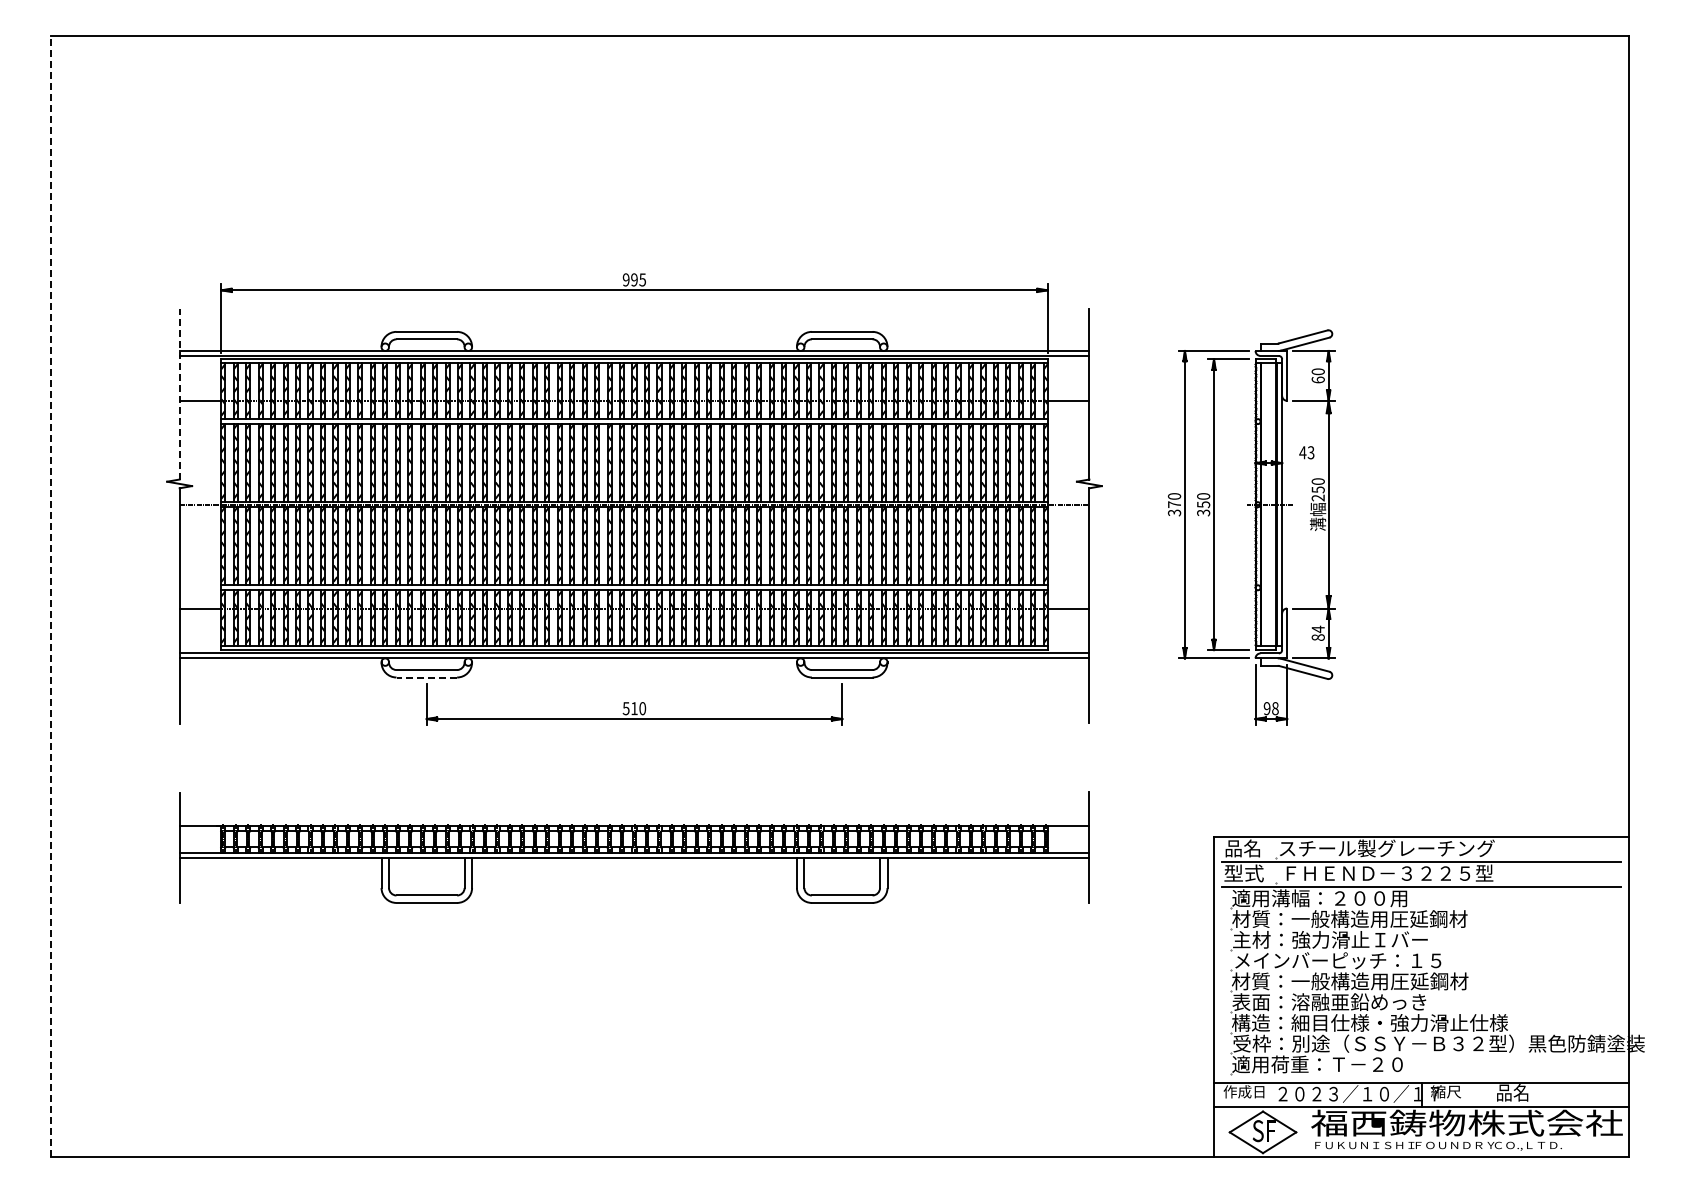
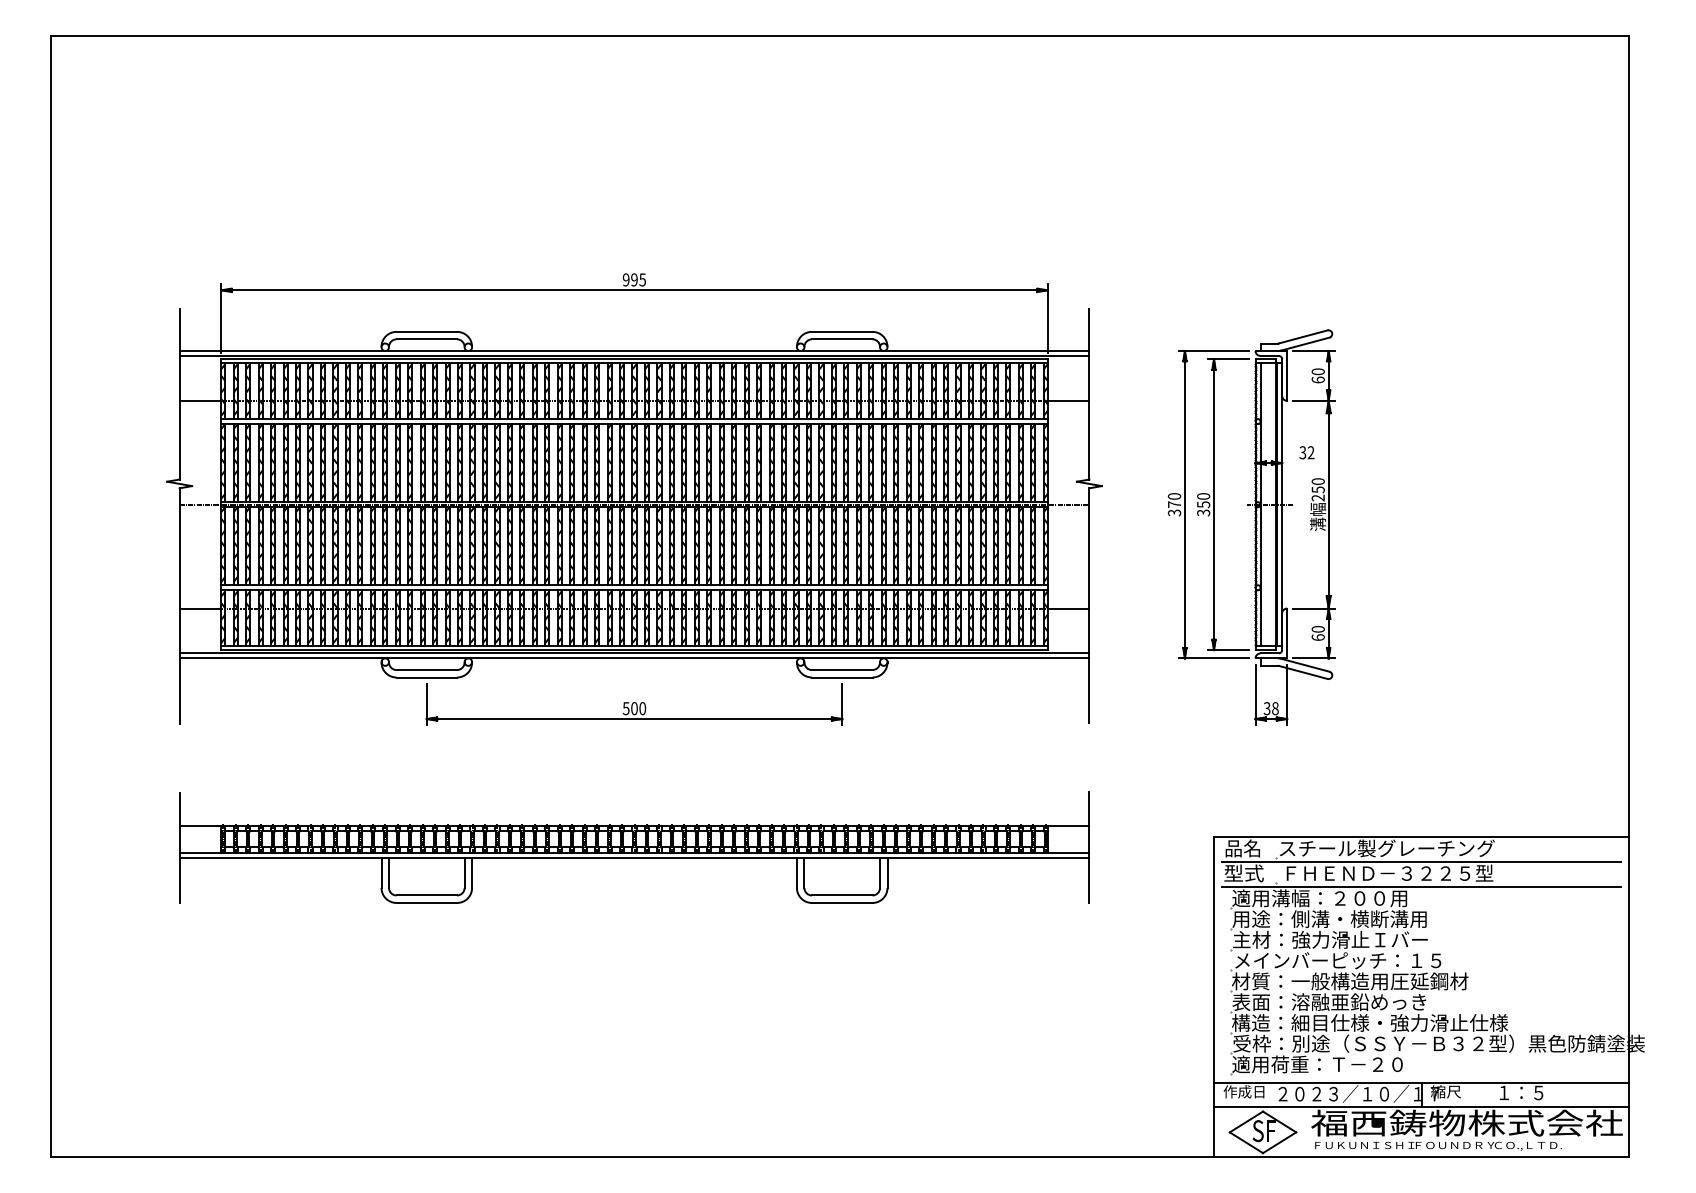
line at (179, 393): dashed -> solid
text at (1306, 452): 43 -> 32
line at (50, 596): dashed -> solid
text at (1317, 632): 84 -> 60
line at (426, 677): dashed -> solid
text at (634, 708): 510 -> 500
text at (1266, 708): 98 -> 38
text at (1349, 918): 材質：一般構造用圧延鋼材 -> 用途：側溝・横断溝用
text at (1520, 1092): 品名 -> １：５
